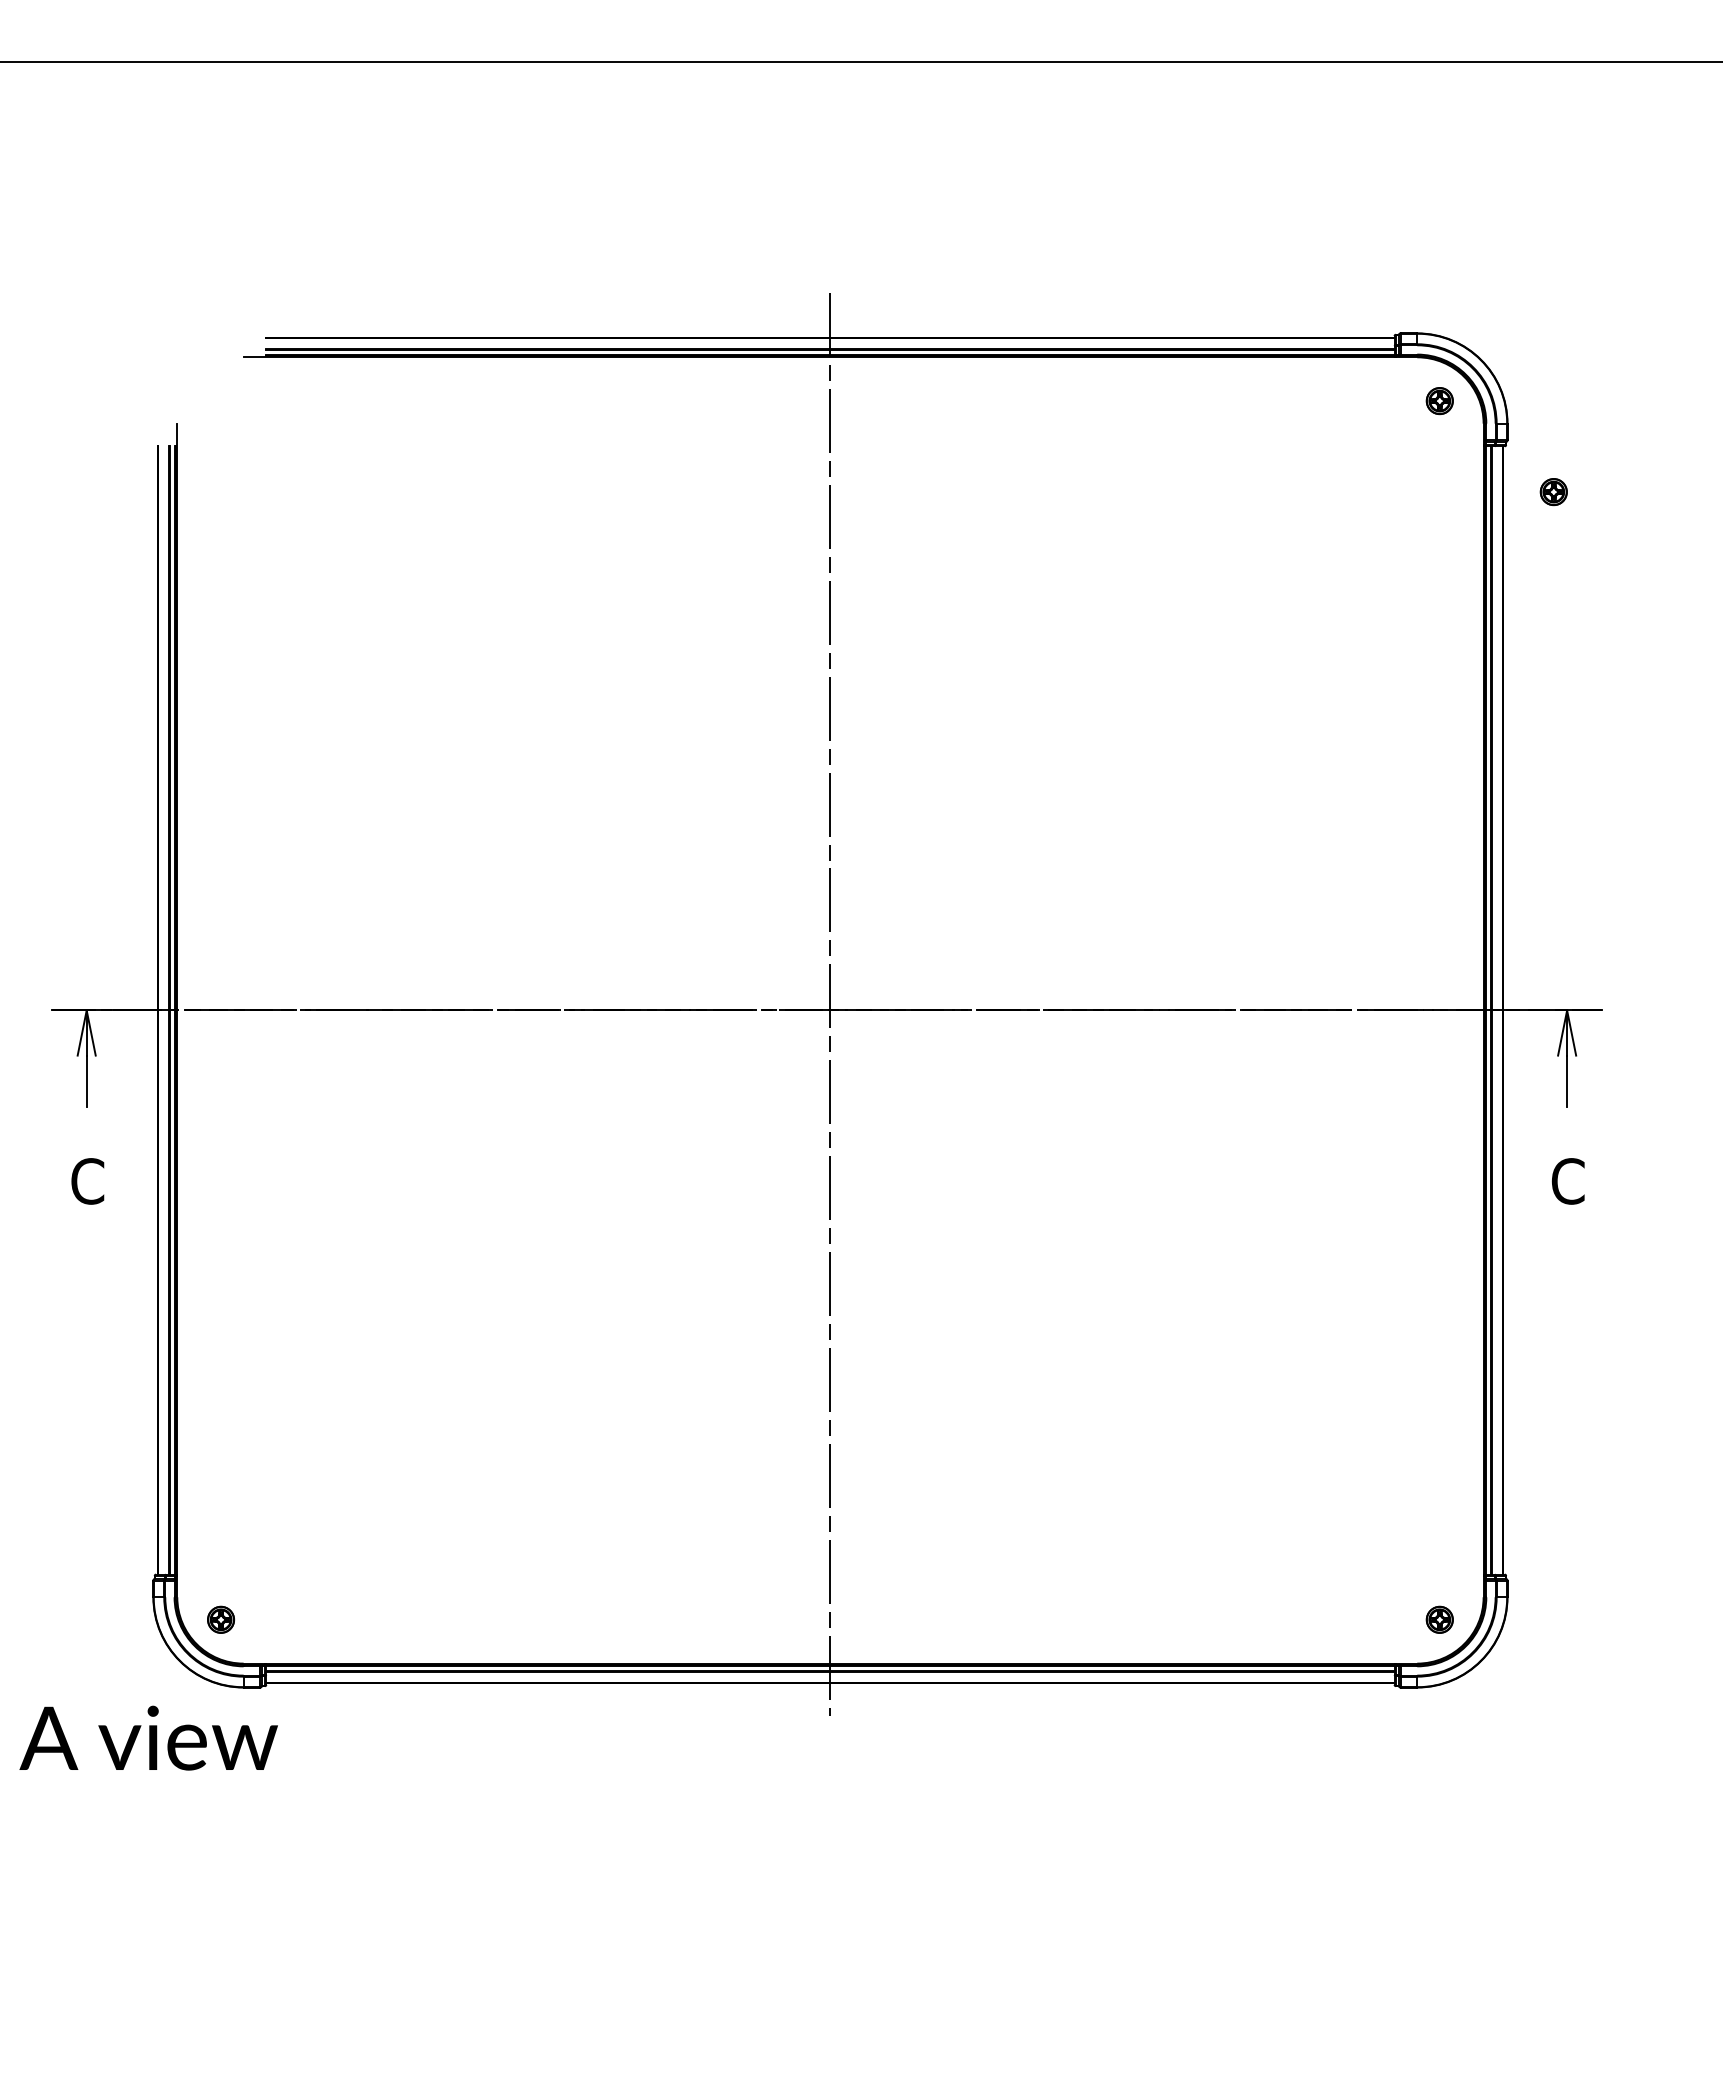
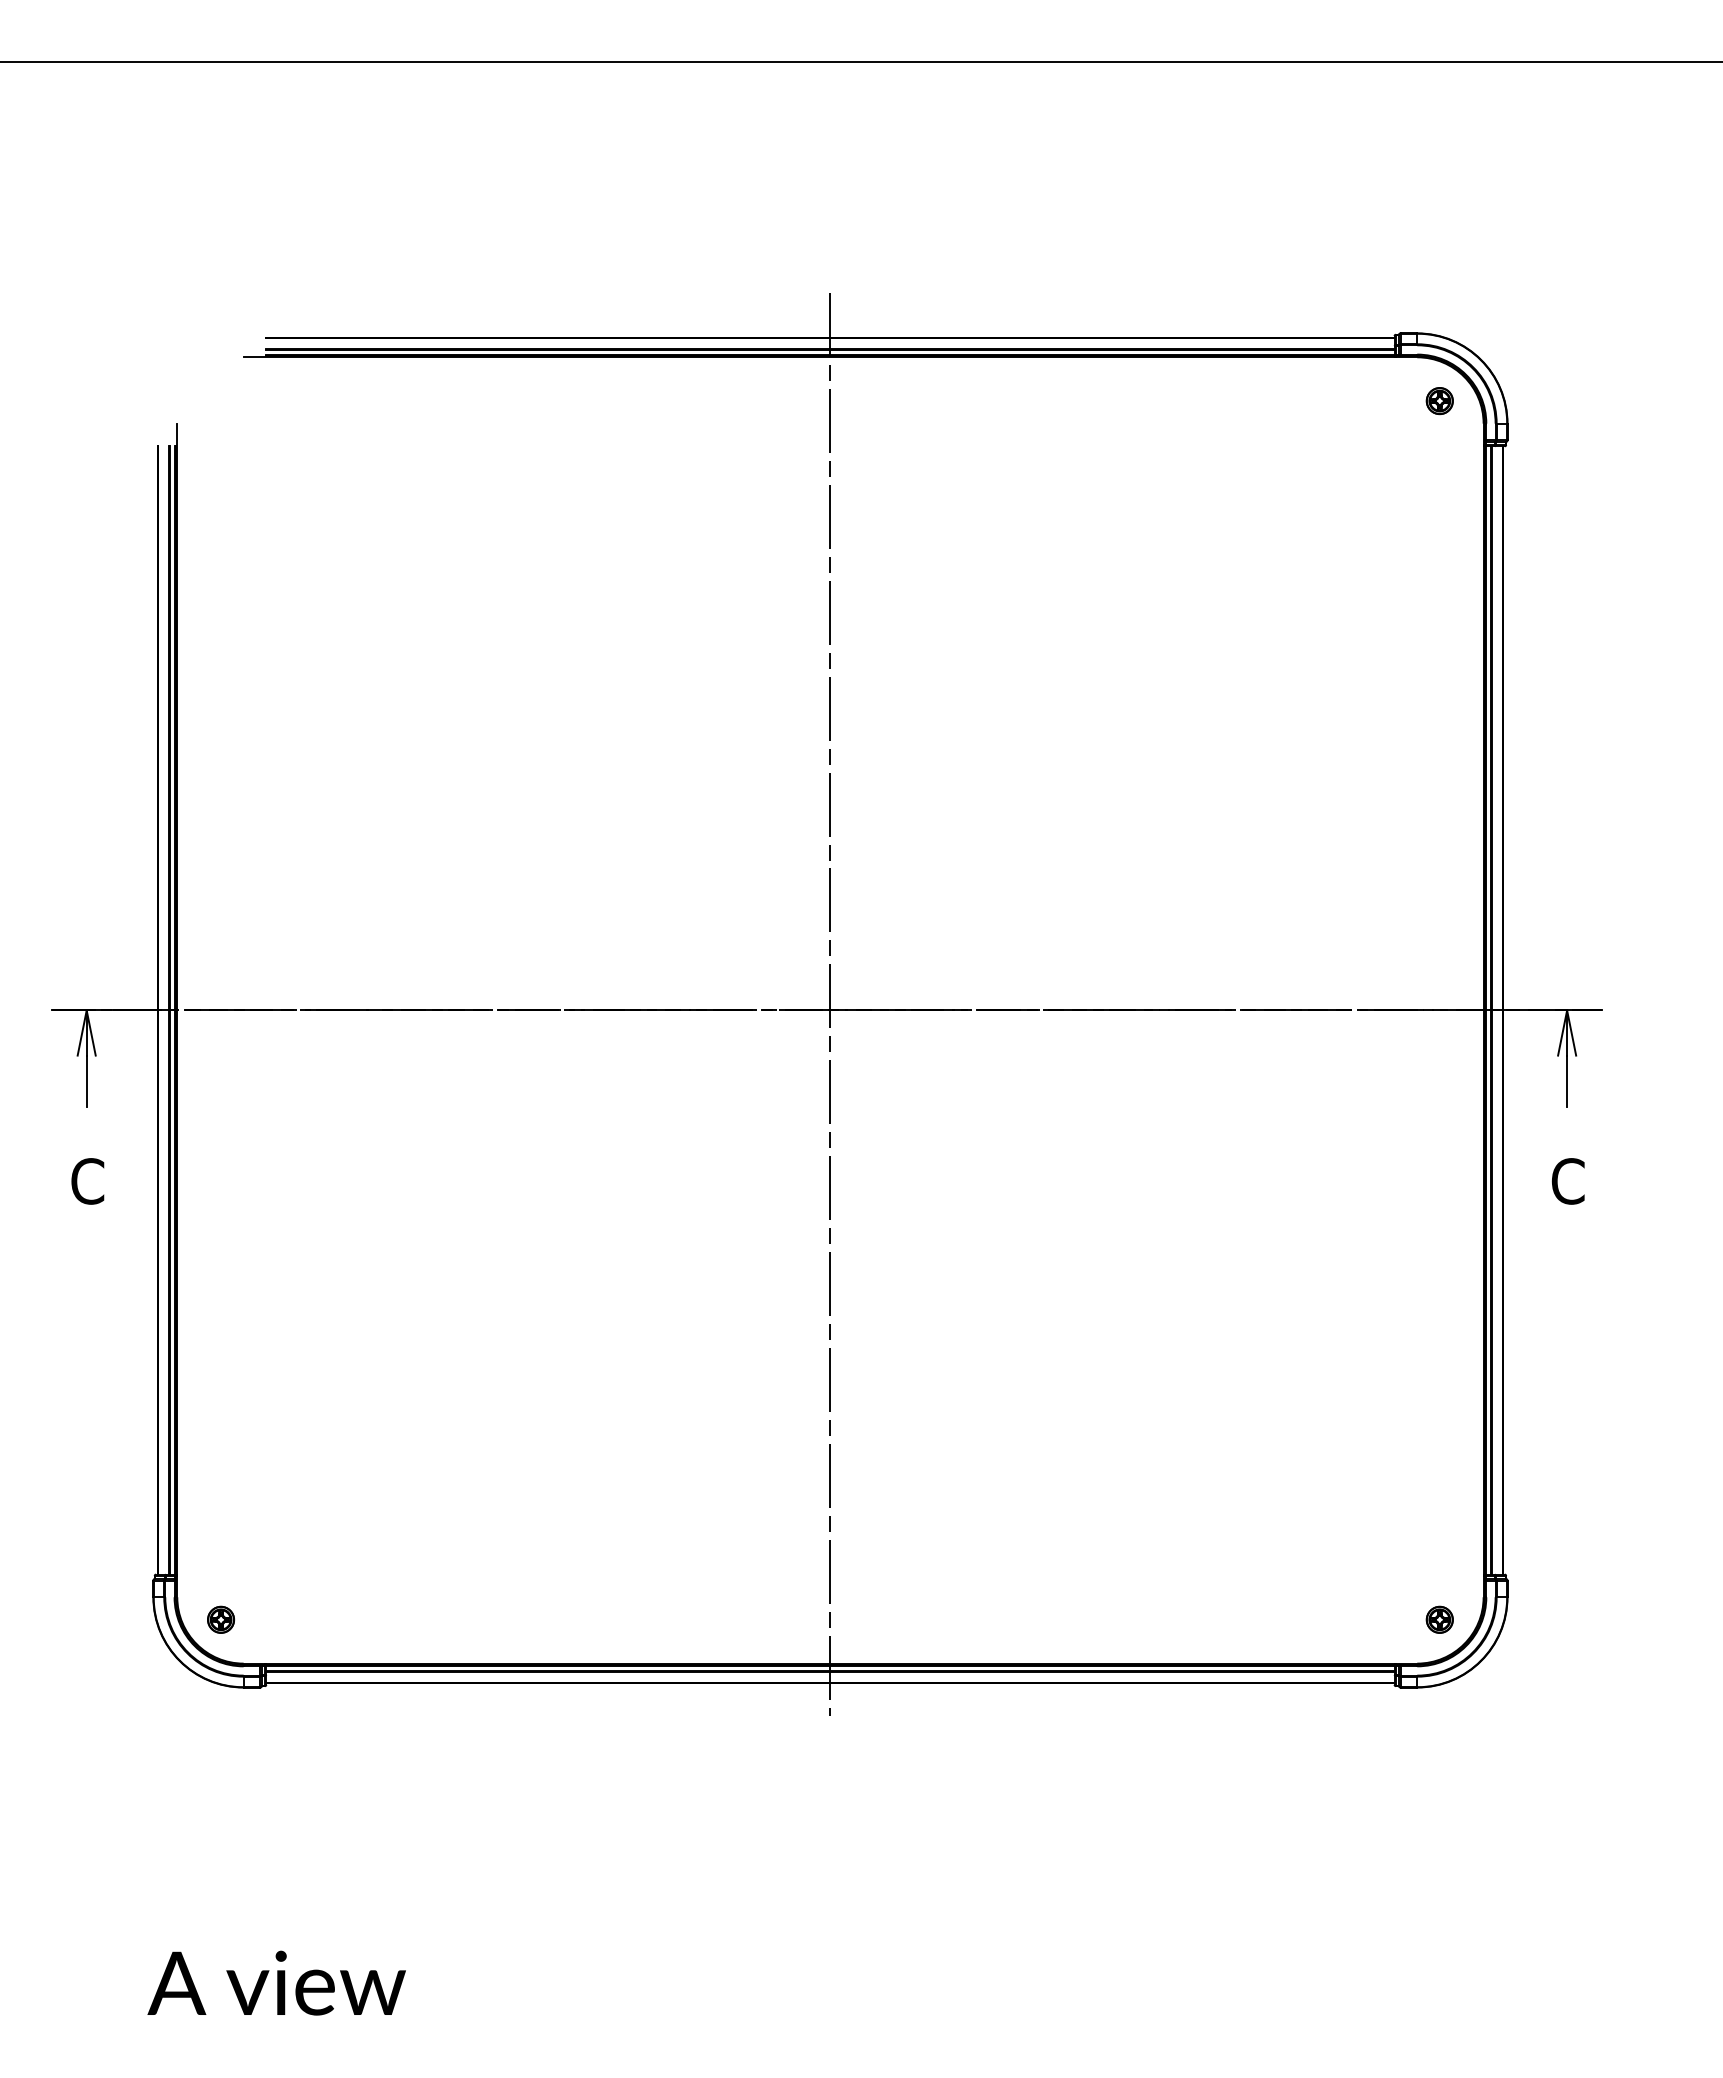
part at (1553, 492): present -> none
text at (148, 1737) position: (148, 1737) -> (276, 1982)
